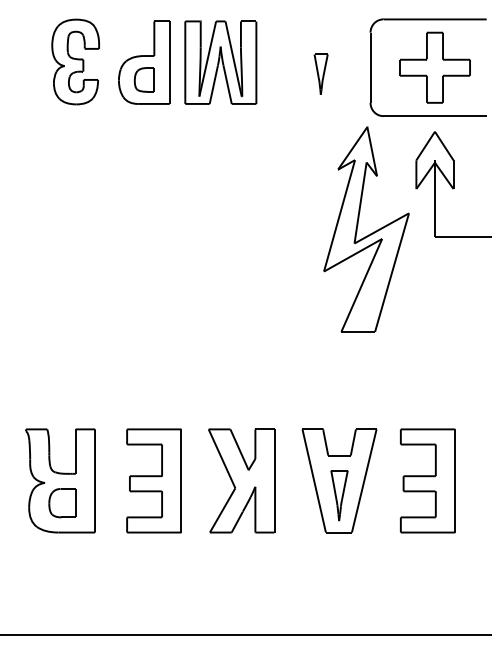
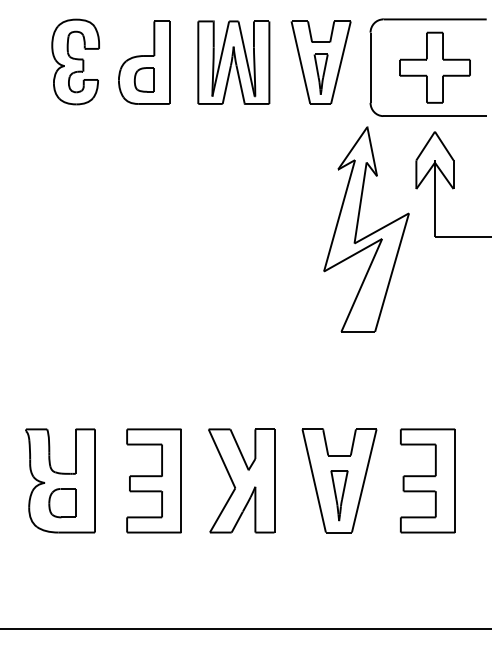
part at (220, 62) position: (220, 62) -> (233, 62)
part at (320, 62): none -> present
line at (245, 634) position: (245, 634) -> (245, 628)
